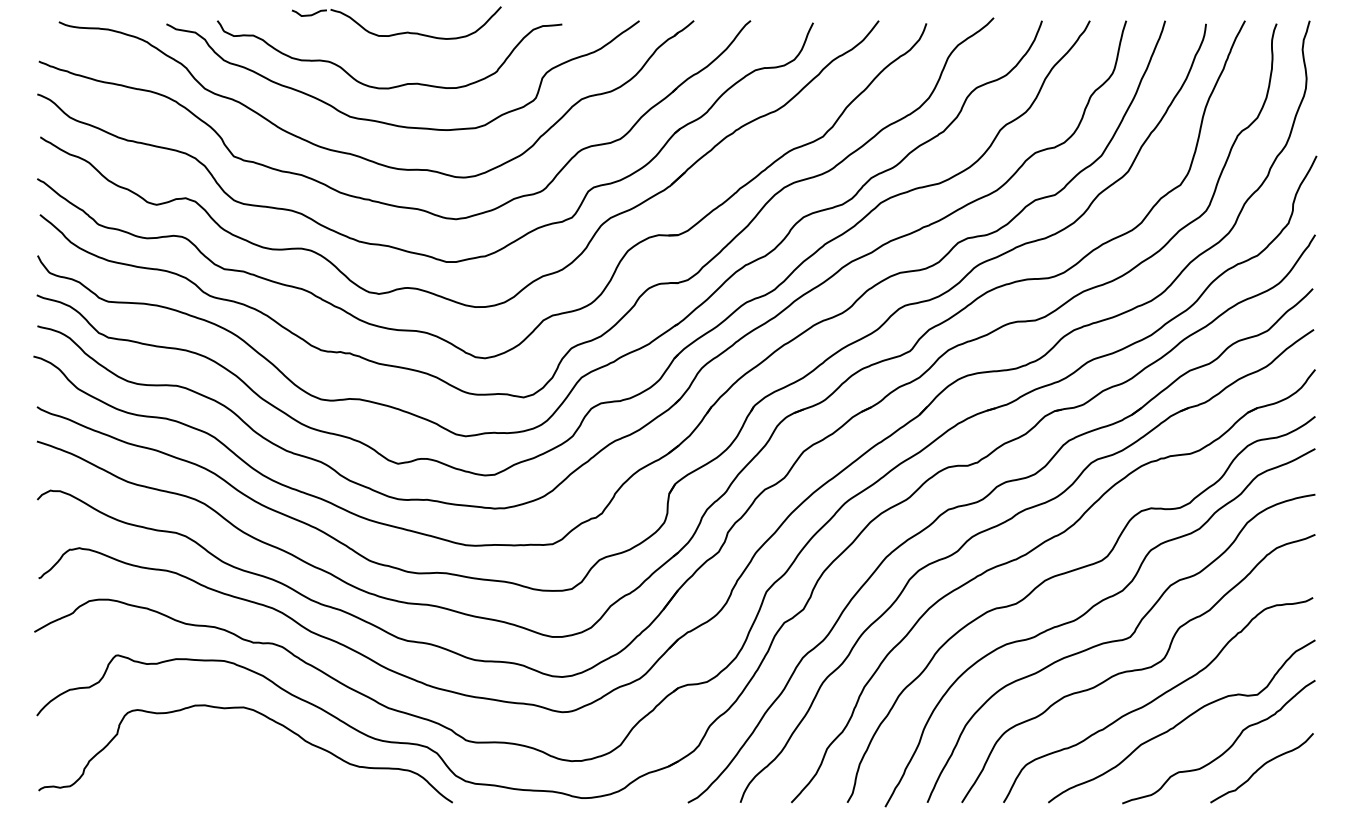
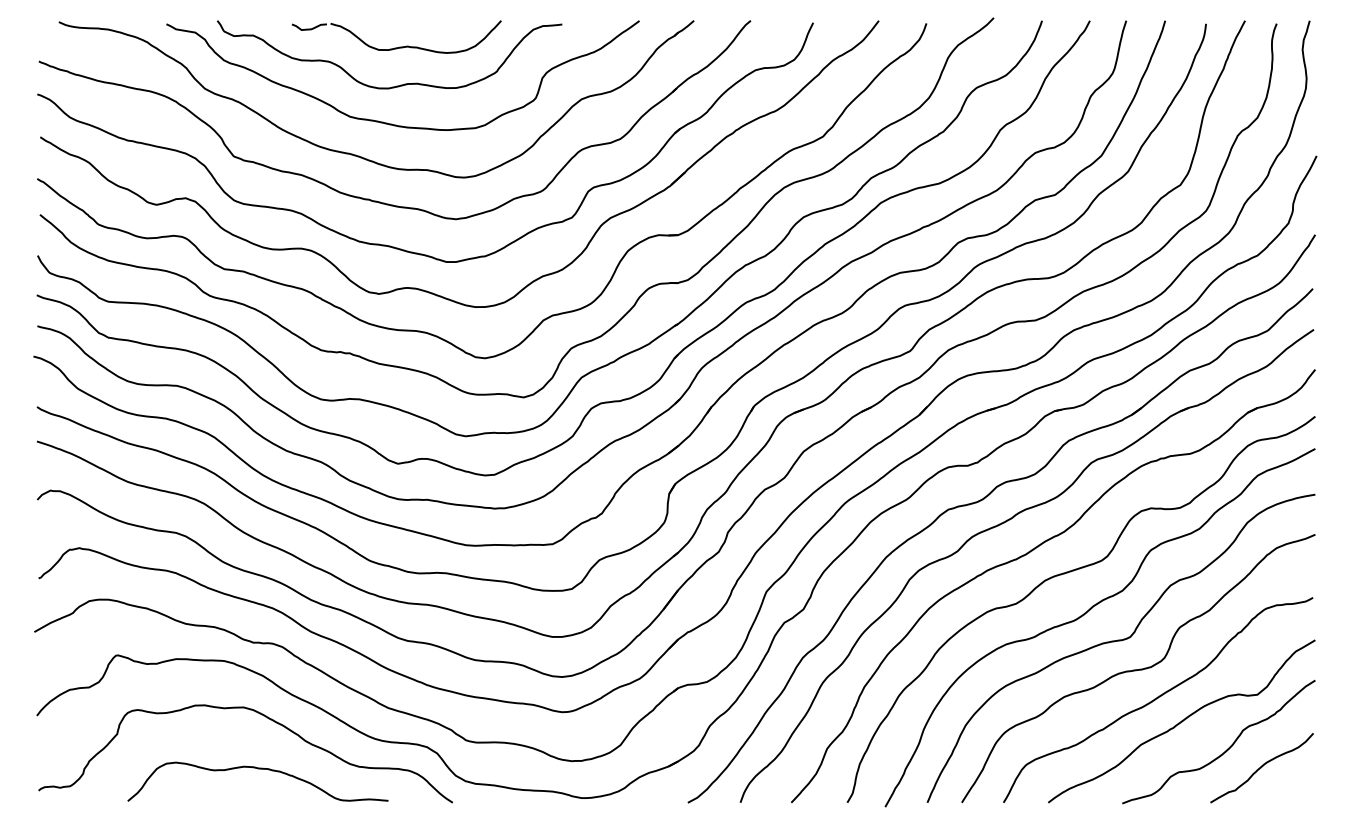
part at (399, 32) position: (399, 32) -> (399, 46)
curve at (257, 769): none -> present
